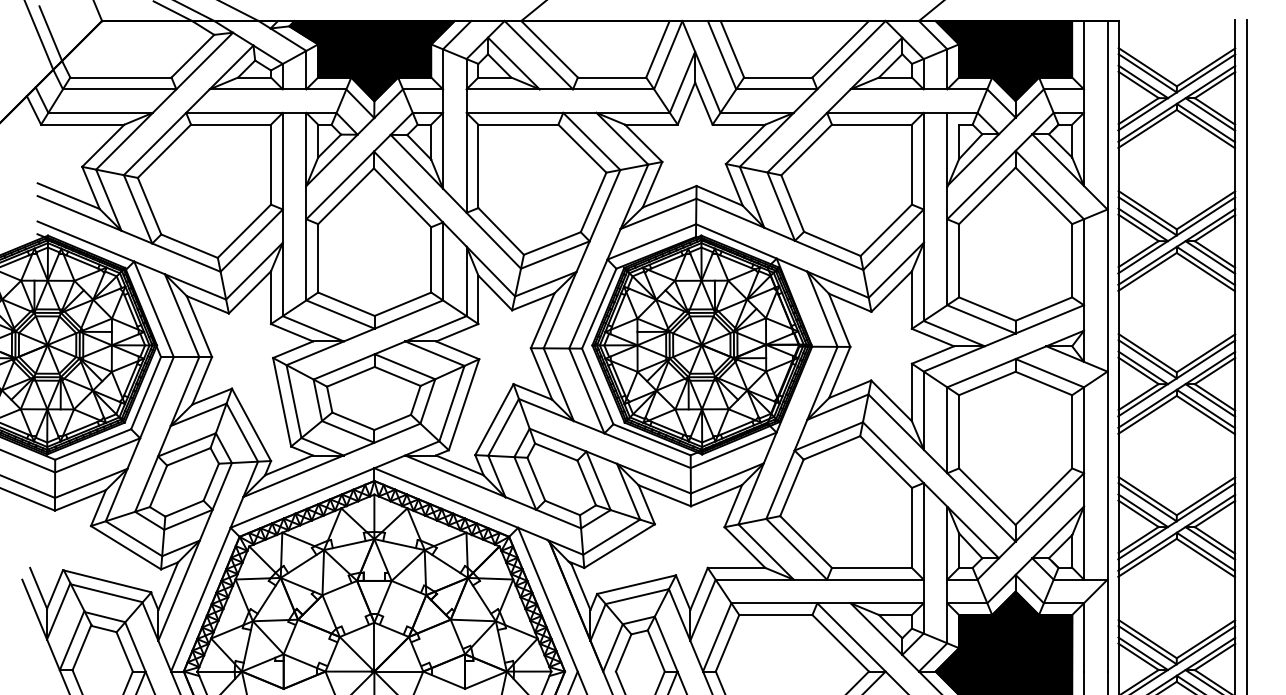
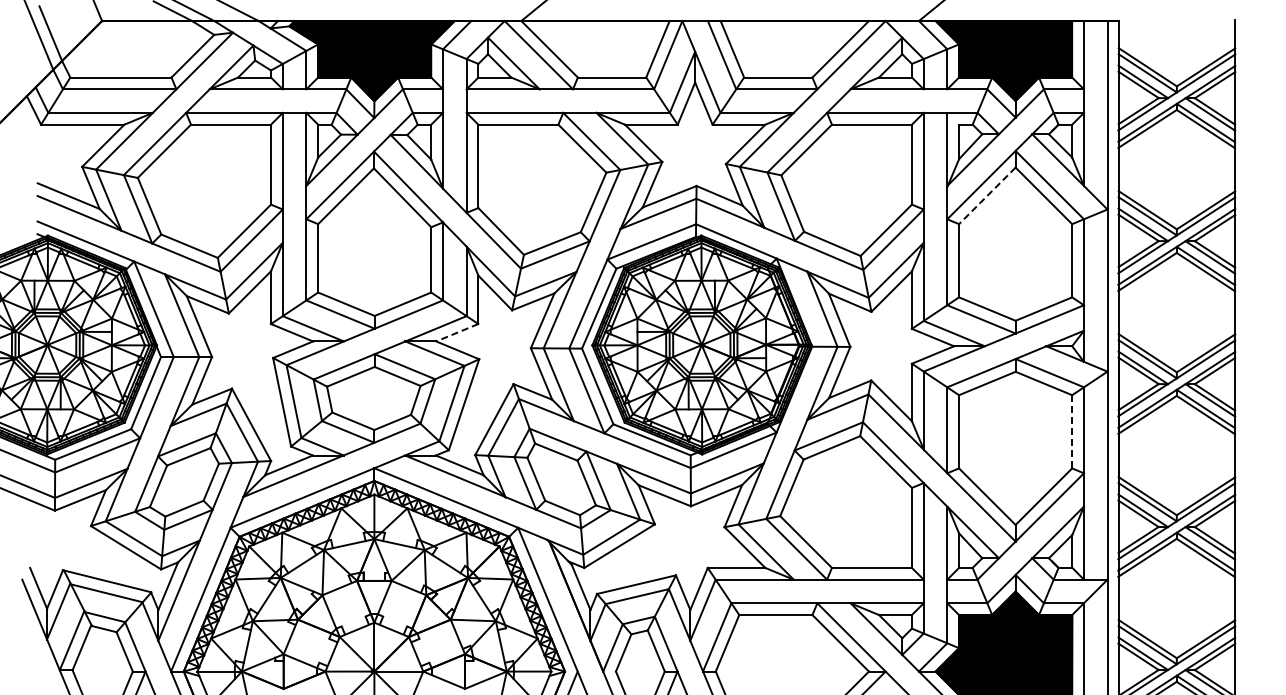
line at (987, 195): solid -> dashed
line at (457, 332): solid -> dashed
line at (1247, 355): present -> none
line at (1072, 431): solid -> dashed
